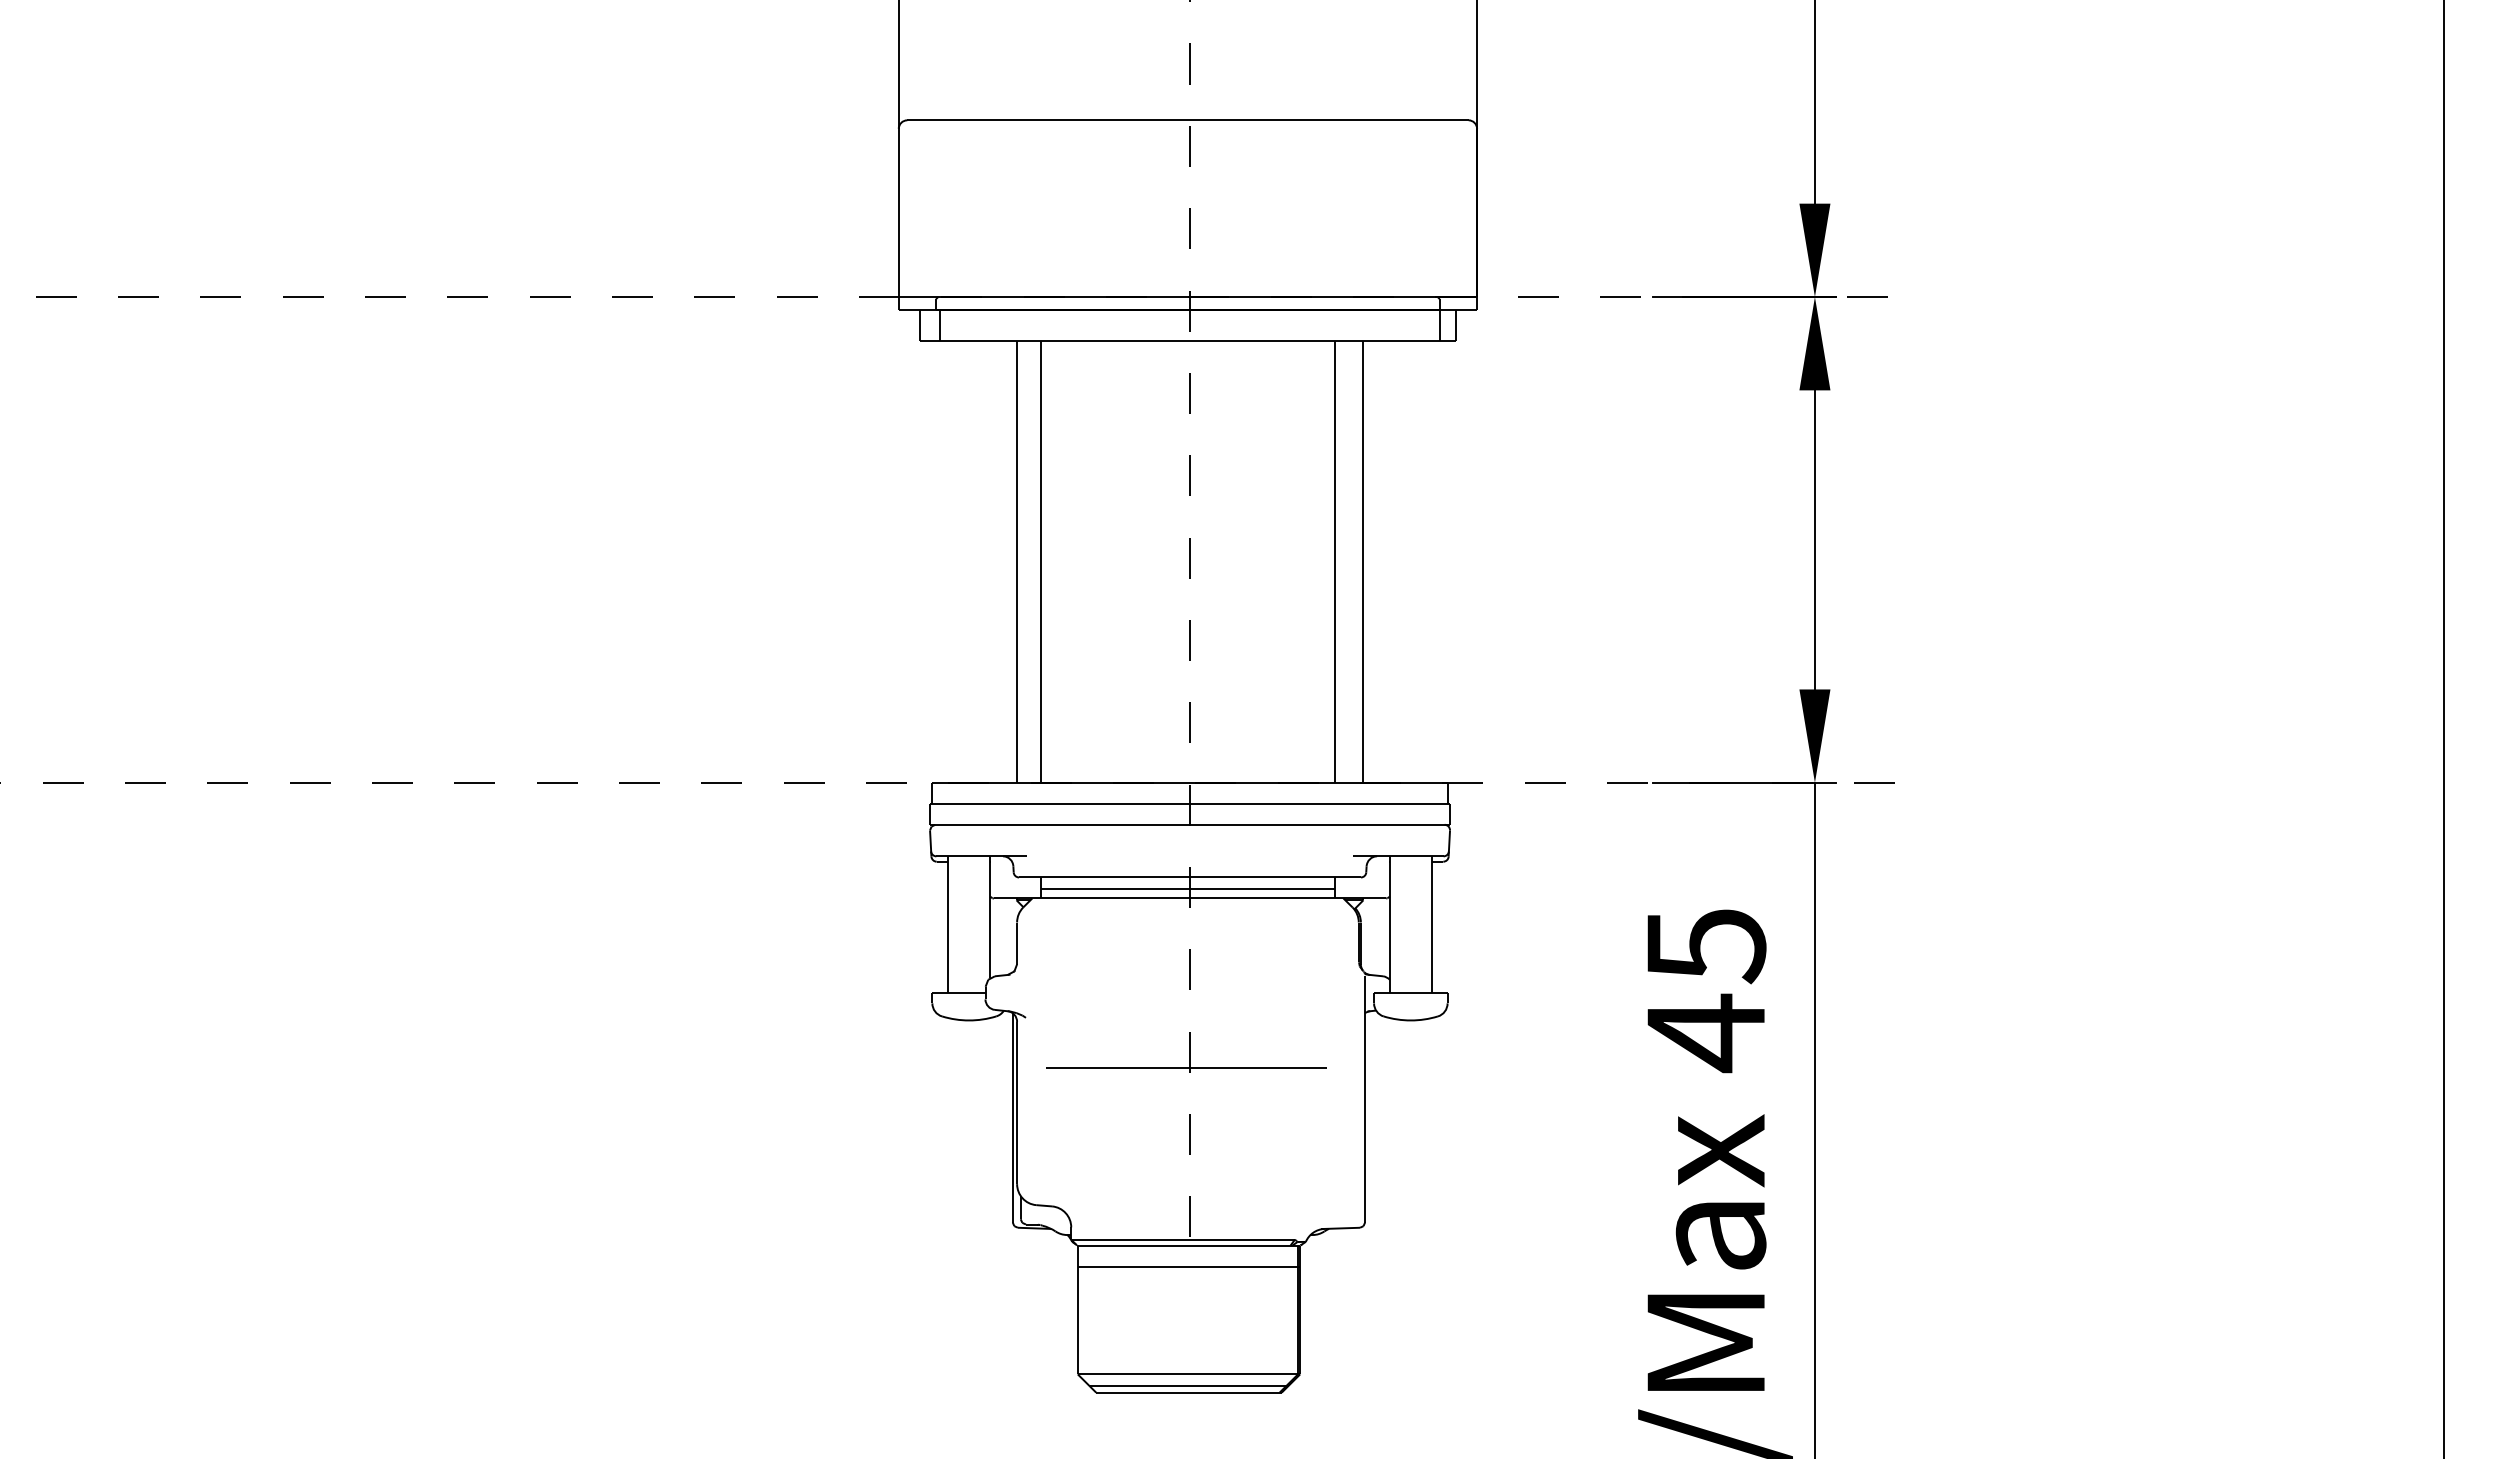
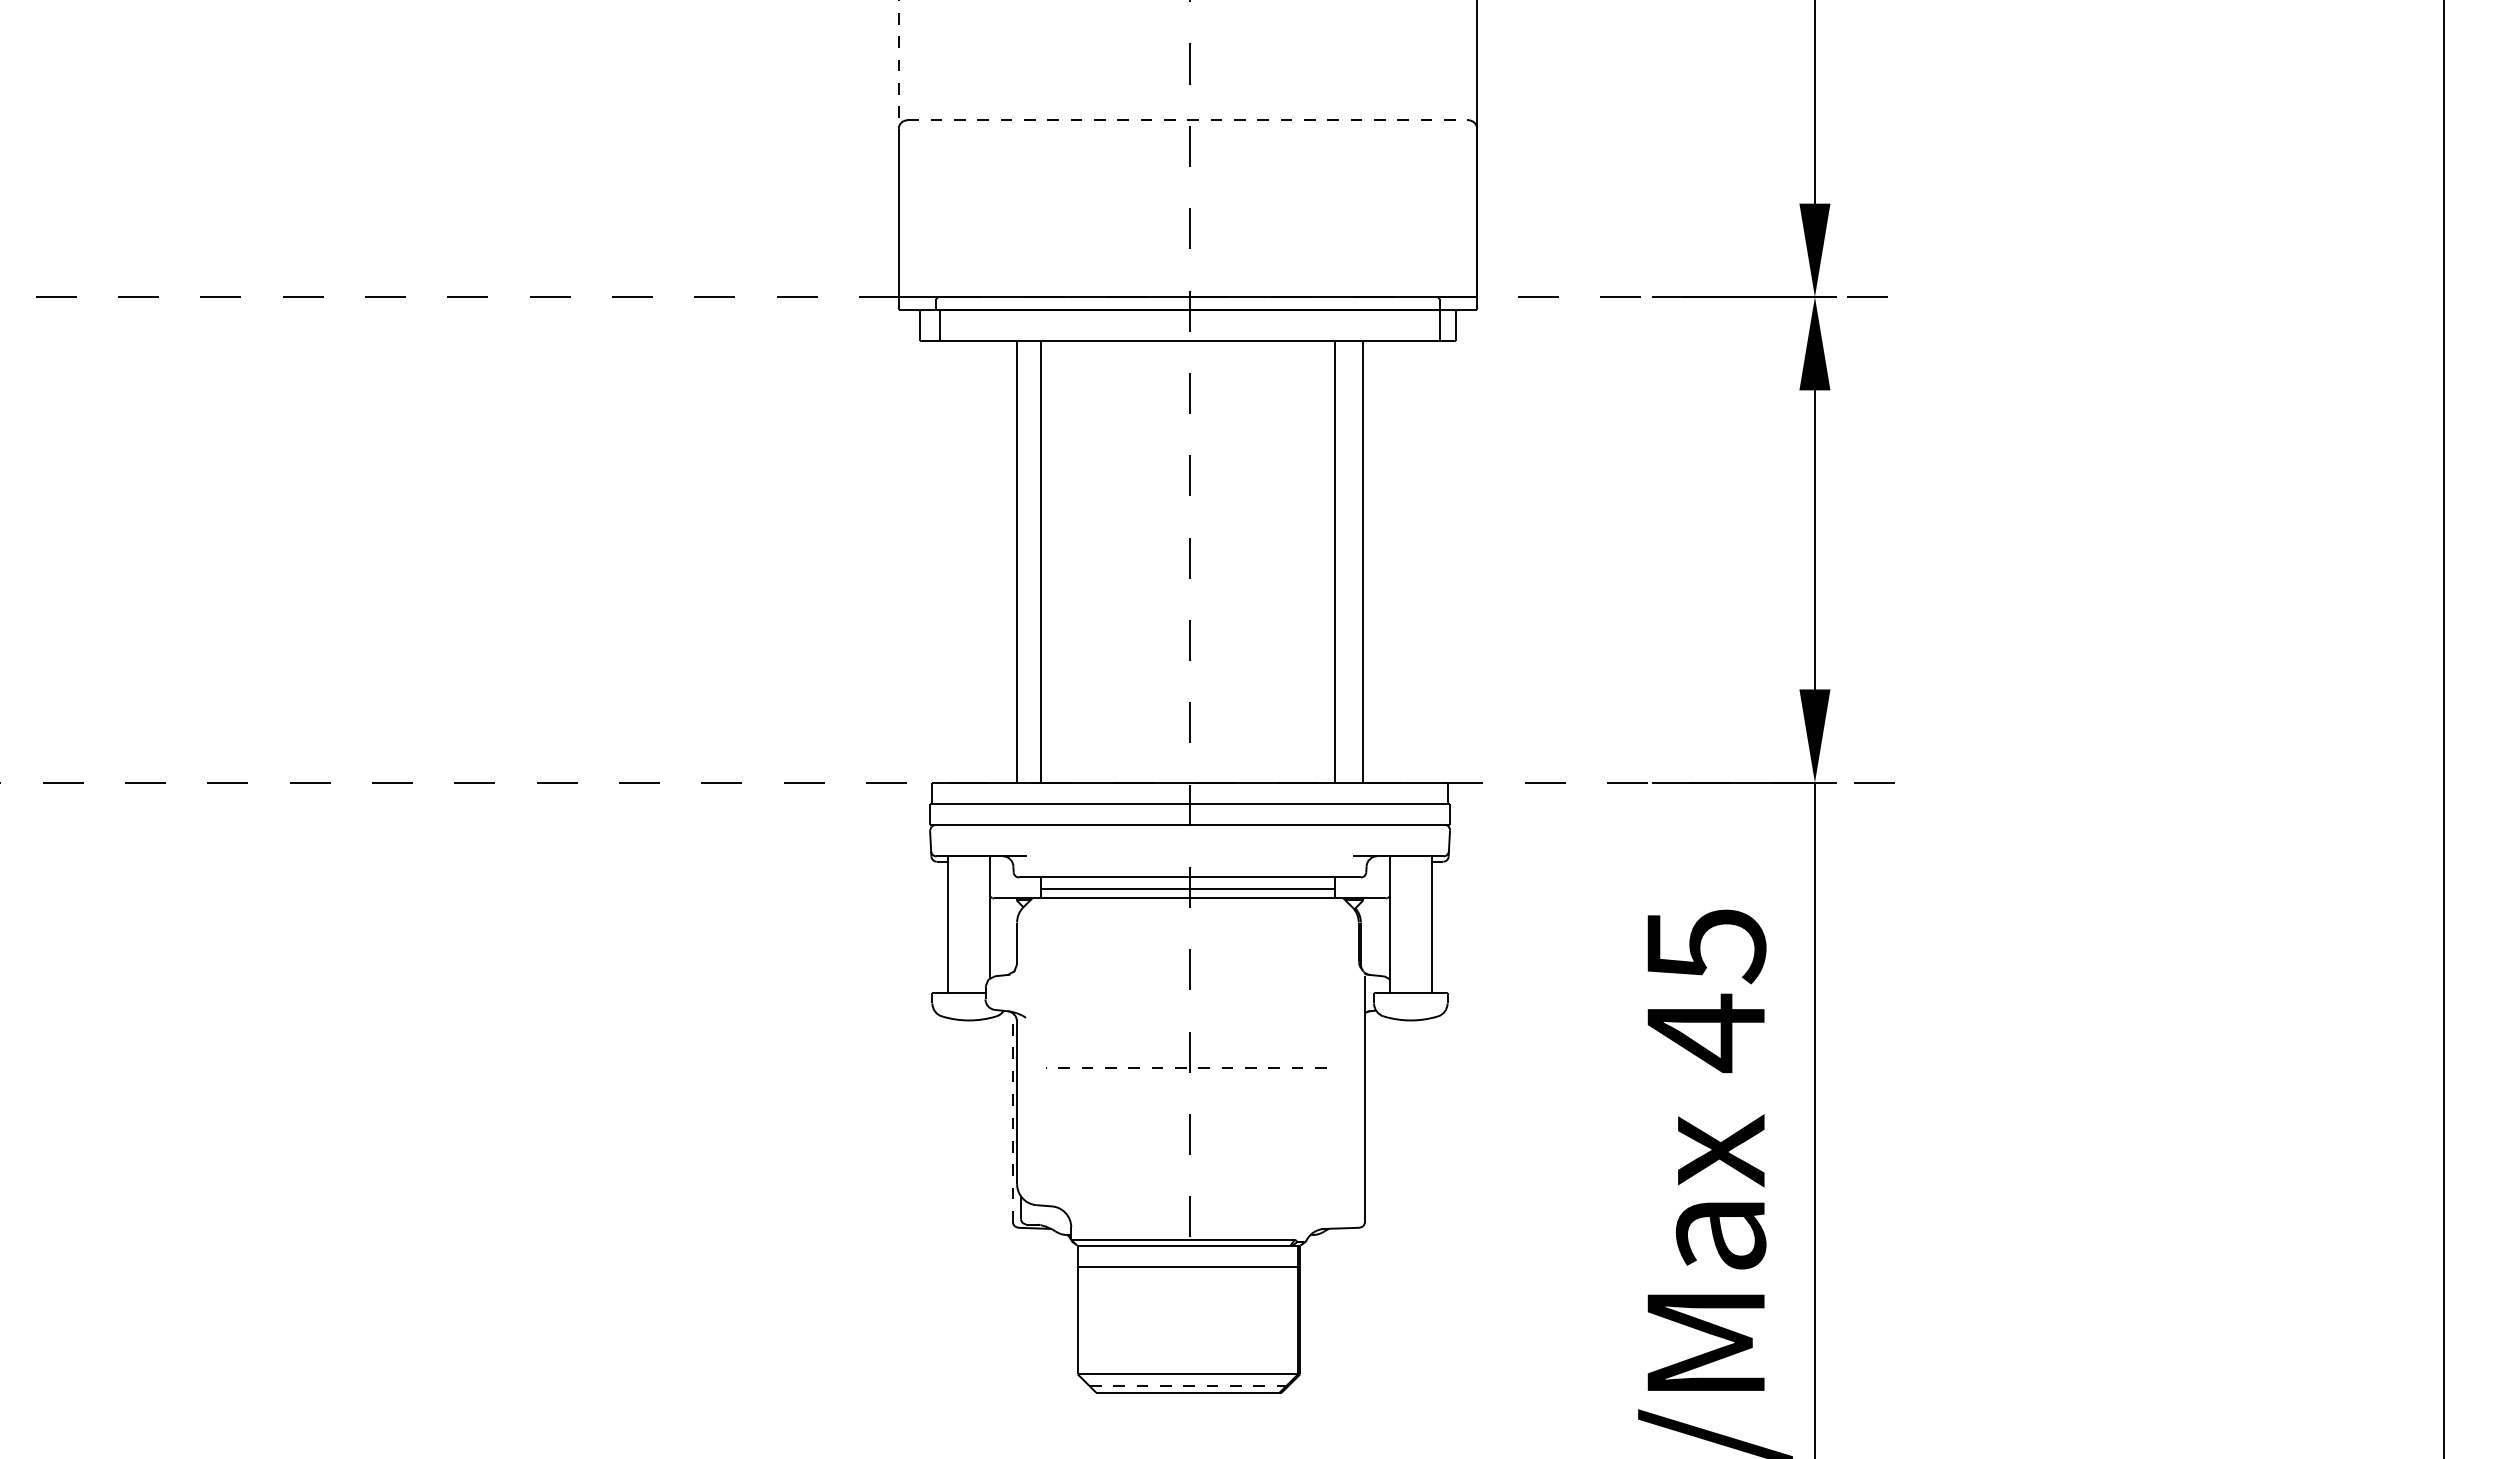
line at (898, 64): solid -> dashed
line at (1188, 120): solid -> dashed
line at (1185, 1068): solid -> dashed
line at (1012, 1117): solid -> dashed
line at (1188, 1386): solid -> dashed
